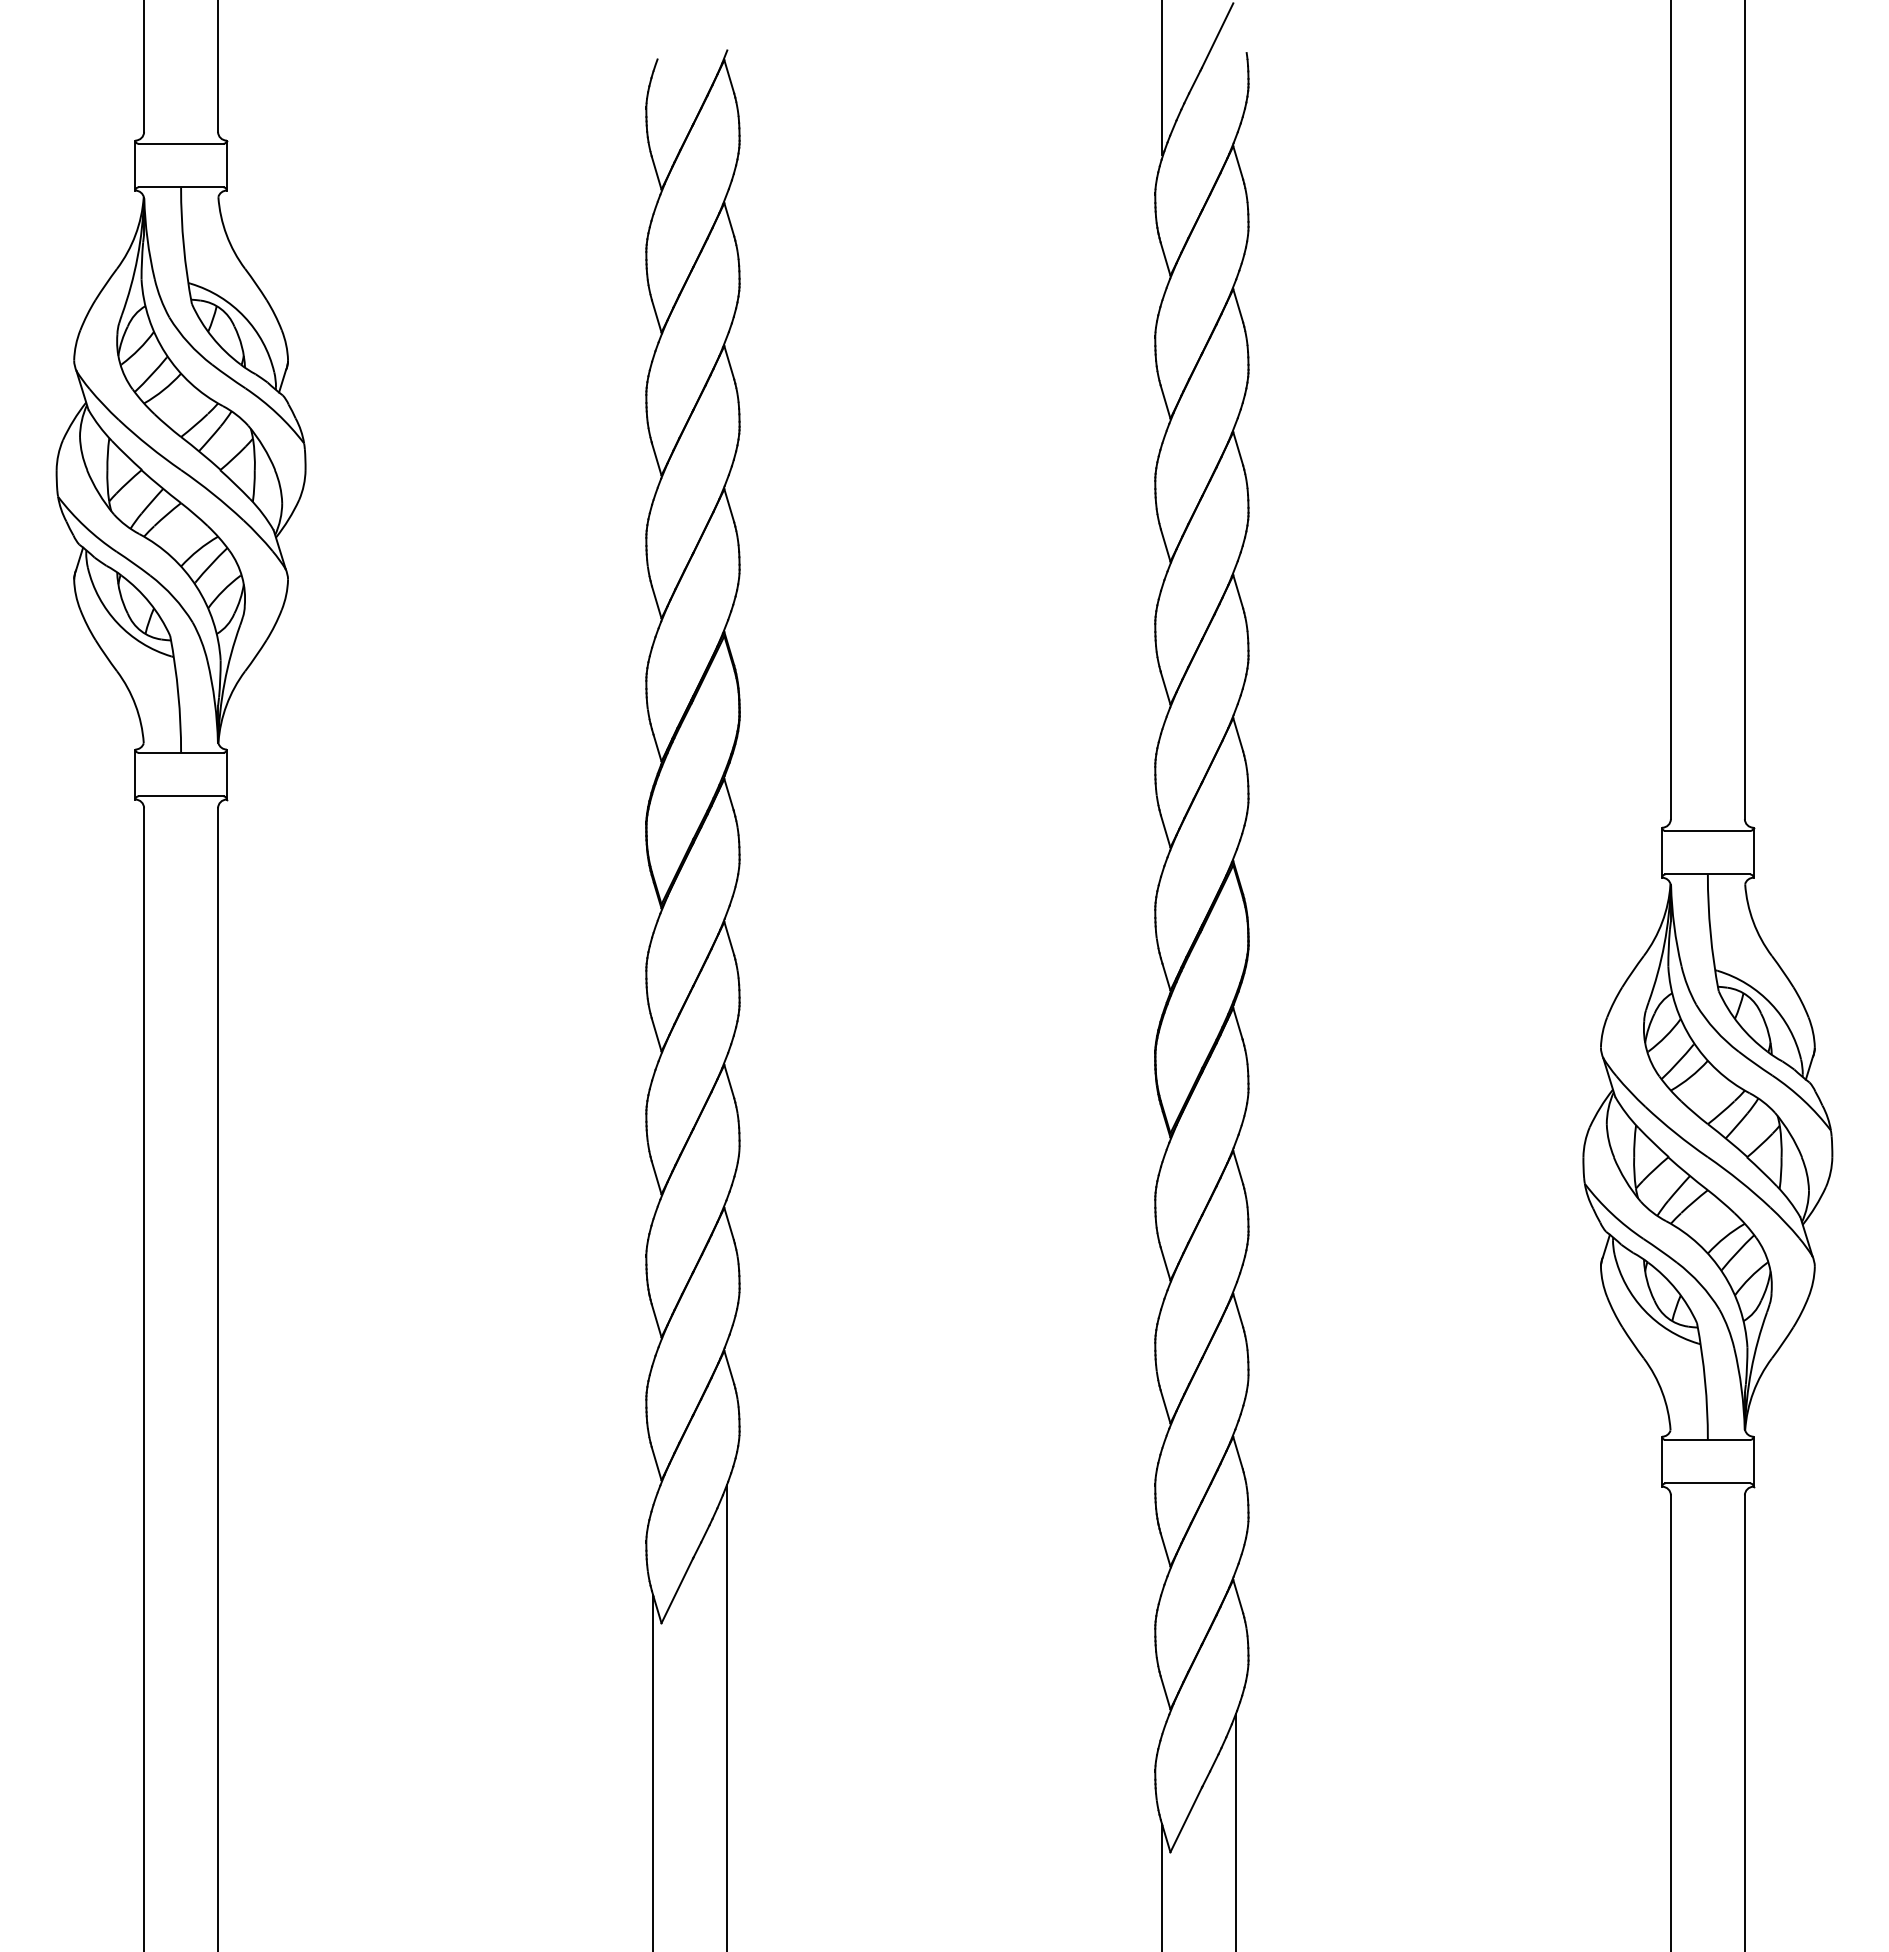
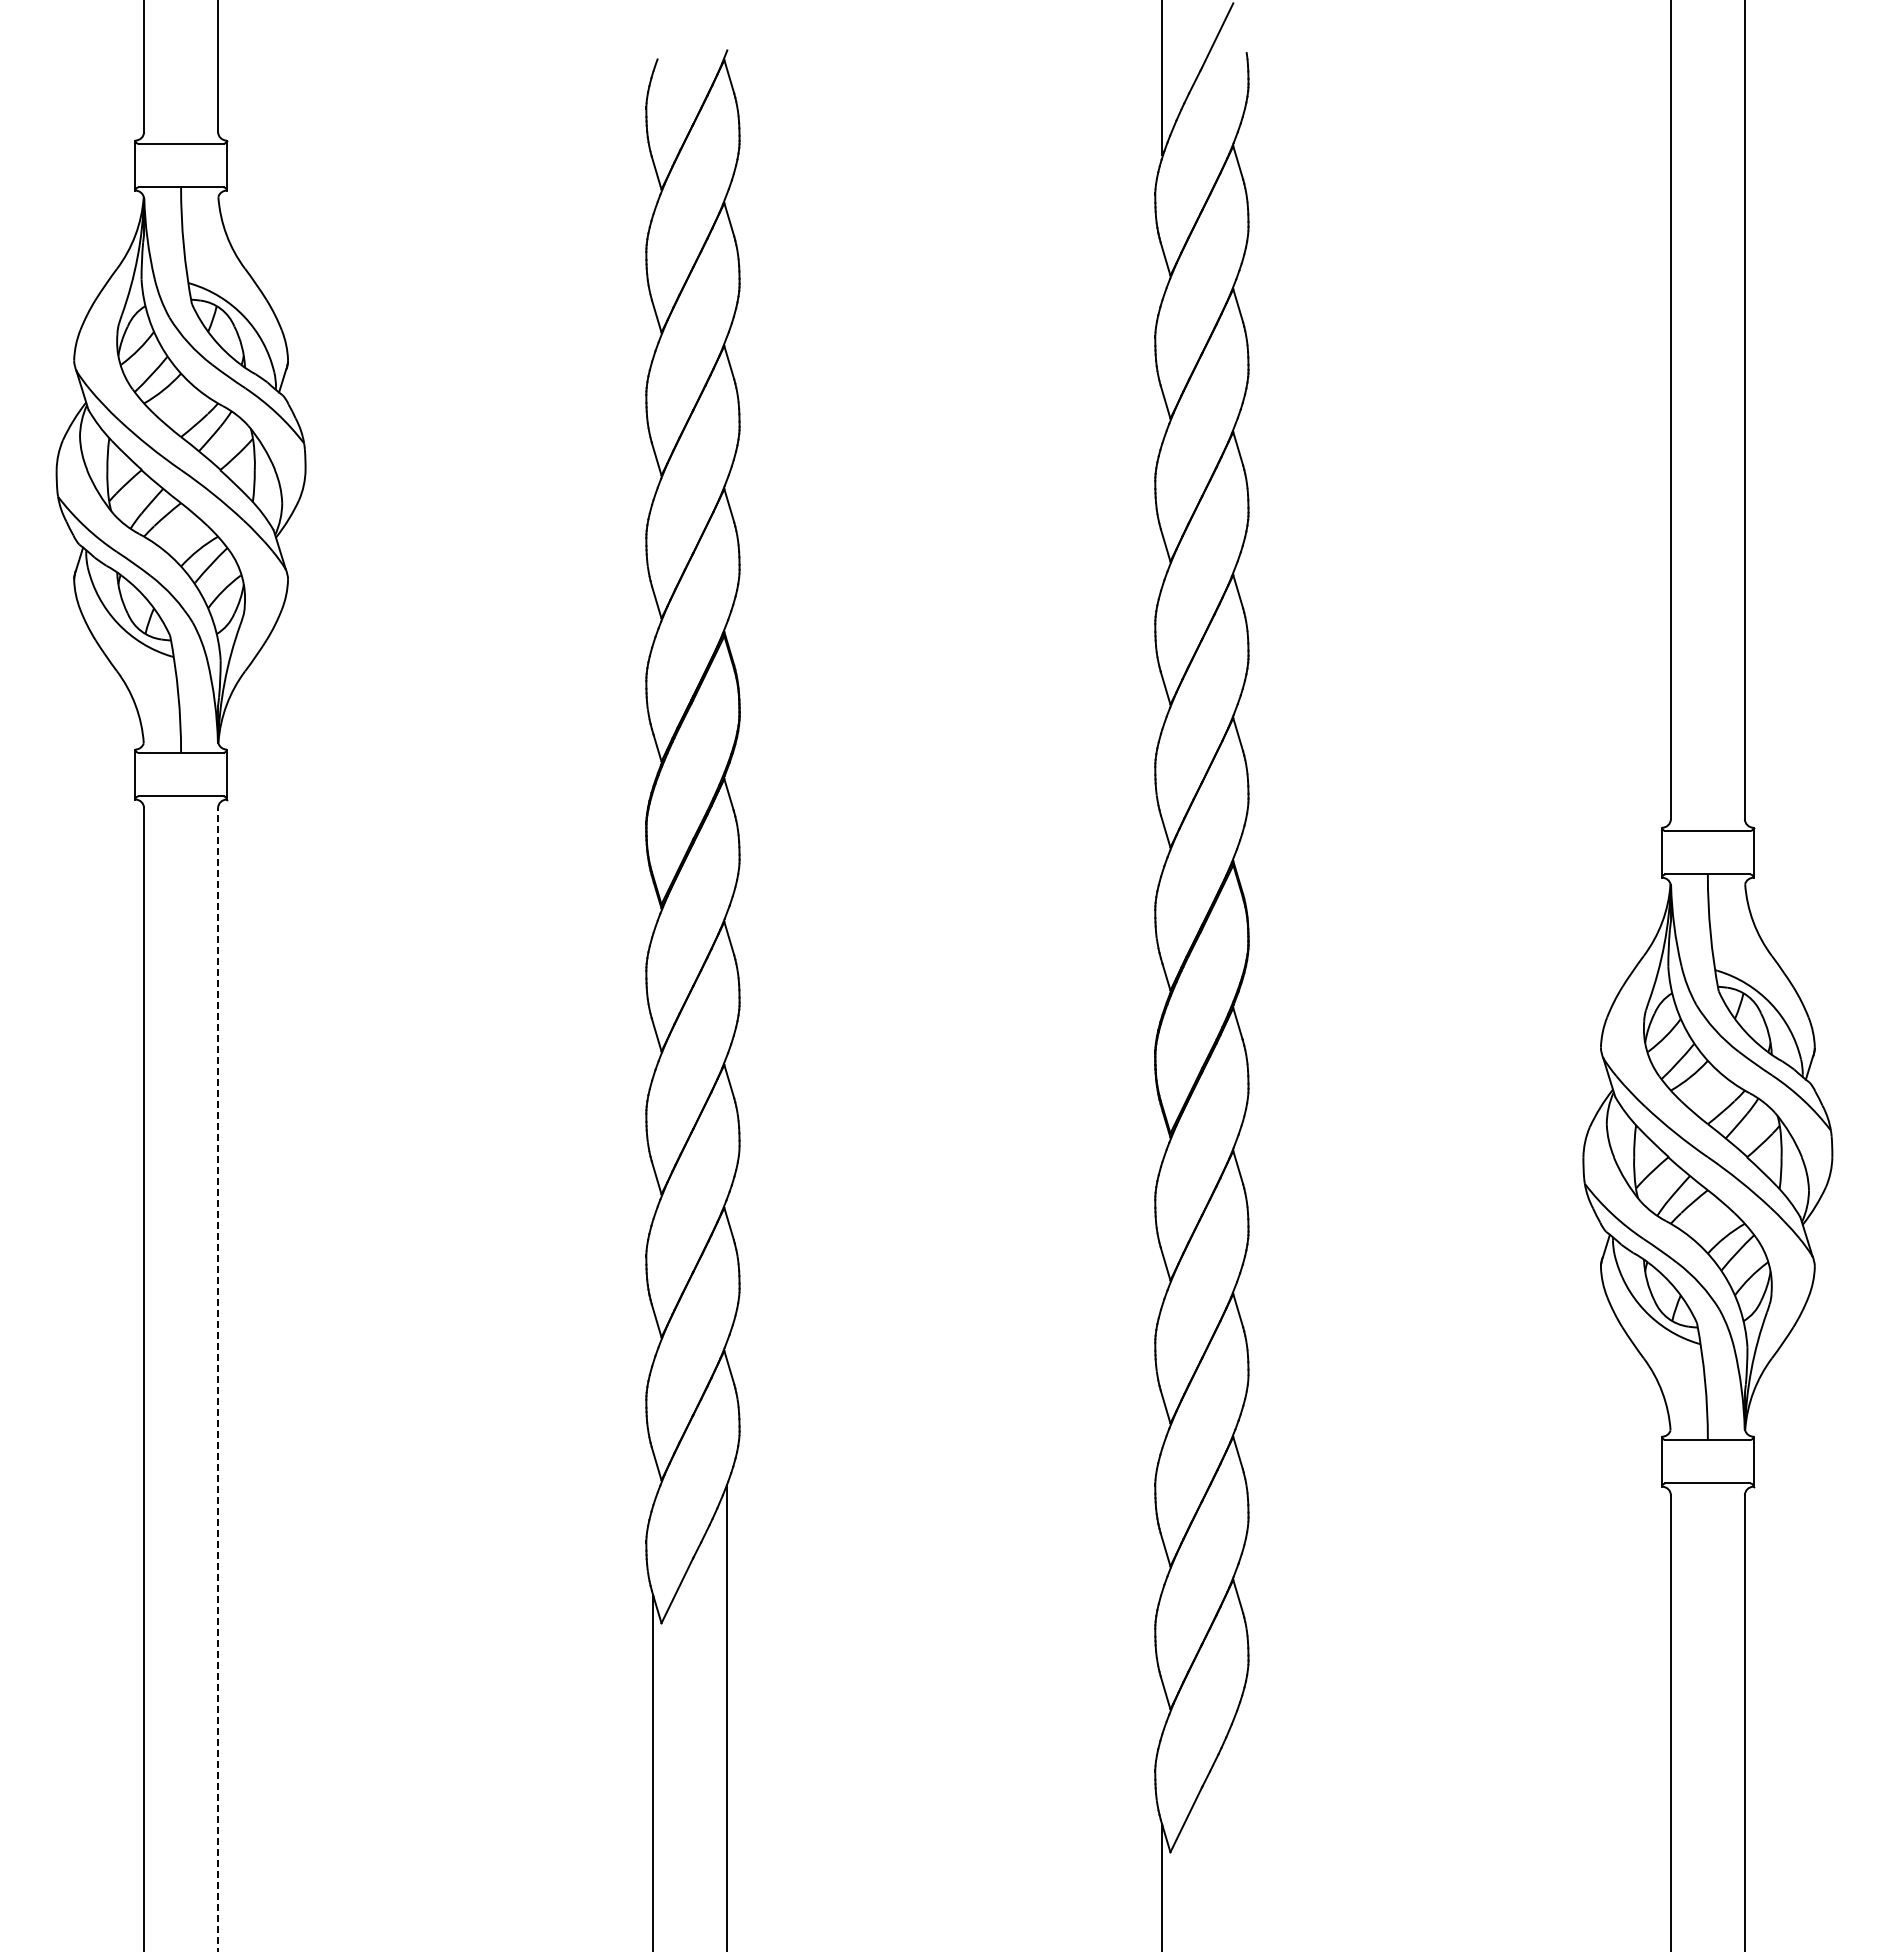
line at (218, 1379): solid -> dashed
line at (1235, 1830): present -> none
